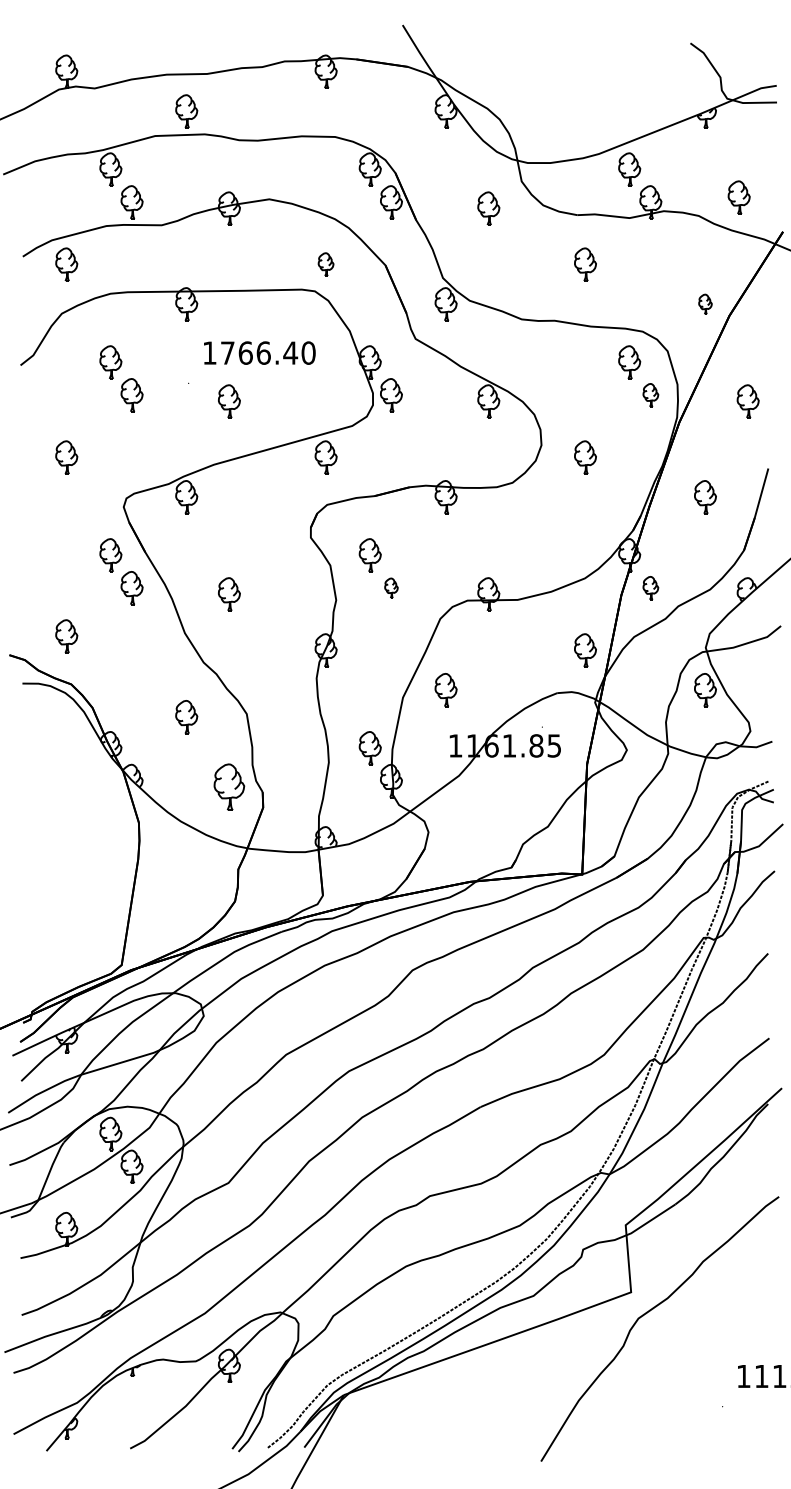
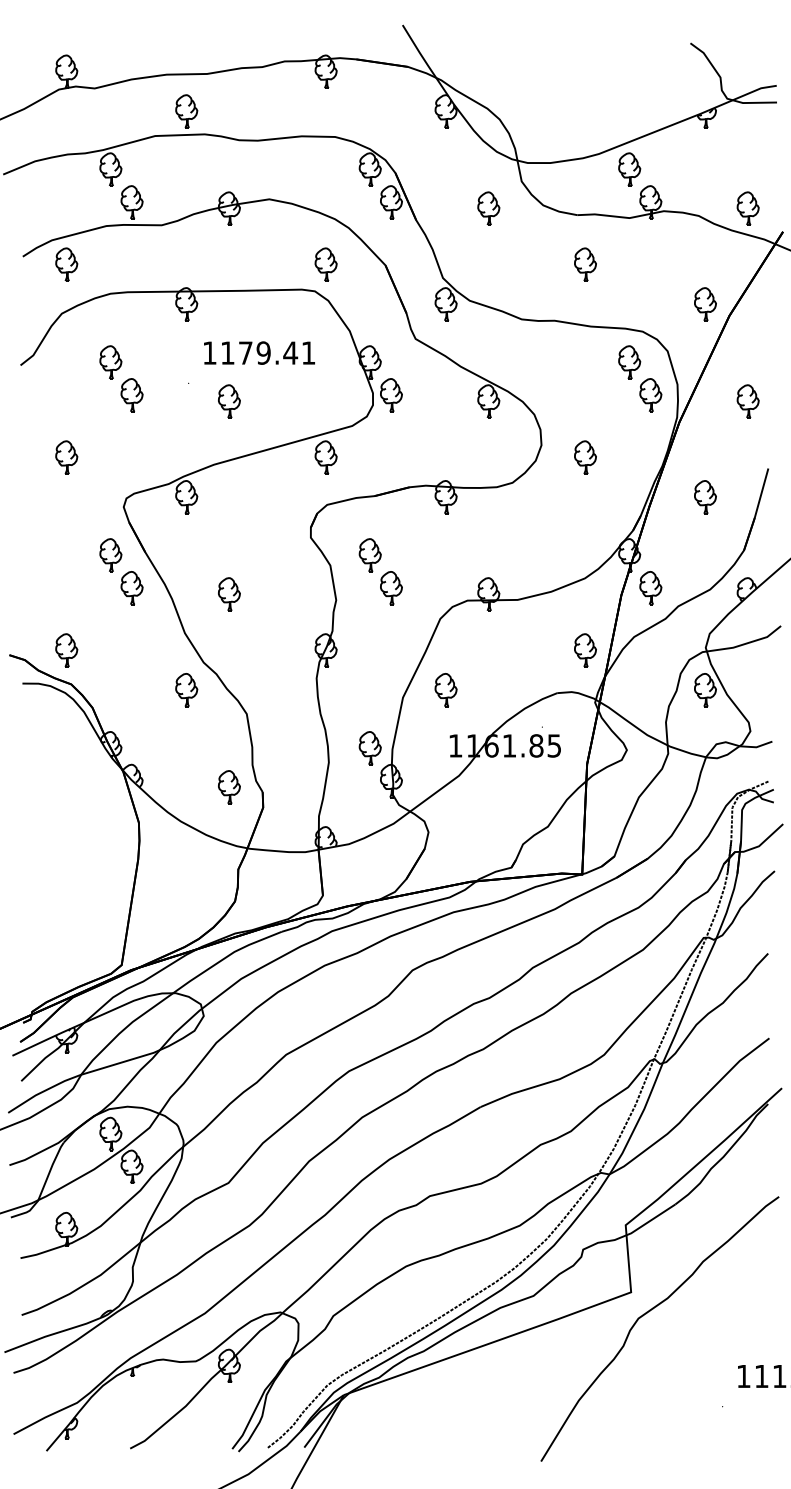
part at (738, 197) position: (738, 197) -> (747, 208)
part at (325, 264) size: 18x25 px -> 24x35 px
part at (705, 303) size: 15x22 px -> 23x35 px
text at (268, 352): 1766.40 -> 1179.41
part at (650, 395) size: 18x25 px -> 24x35 px
part at (391, 587) size: 15x22 px -> 23x35 px
part at (650, 588) size: 18x25 px -> 24x35 px
part at (66, 636) position: (66, 636) -> (66, 650)
part at (186, 717) position: (186, 717) -> (186, 690)
part at (229, 786) size: 33x48 px -> 23x35 px
